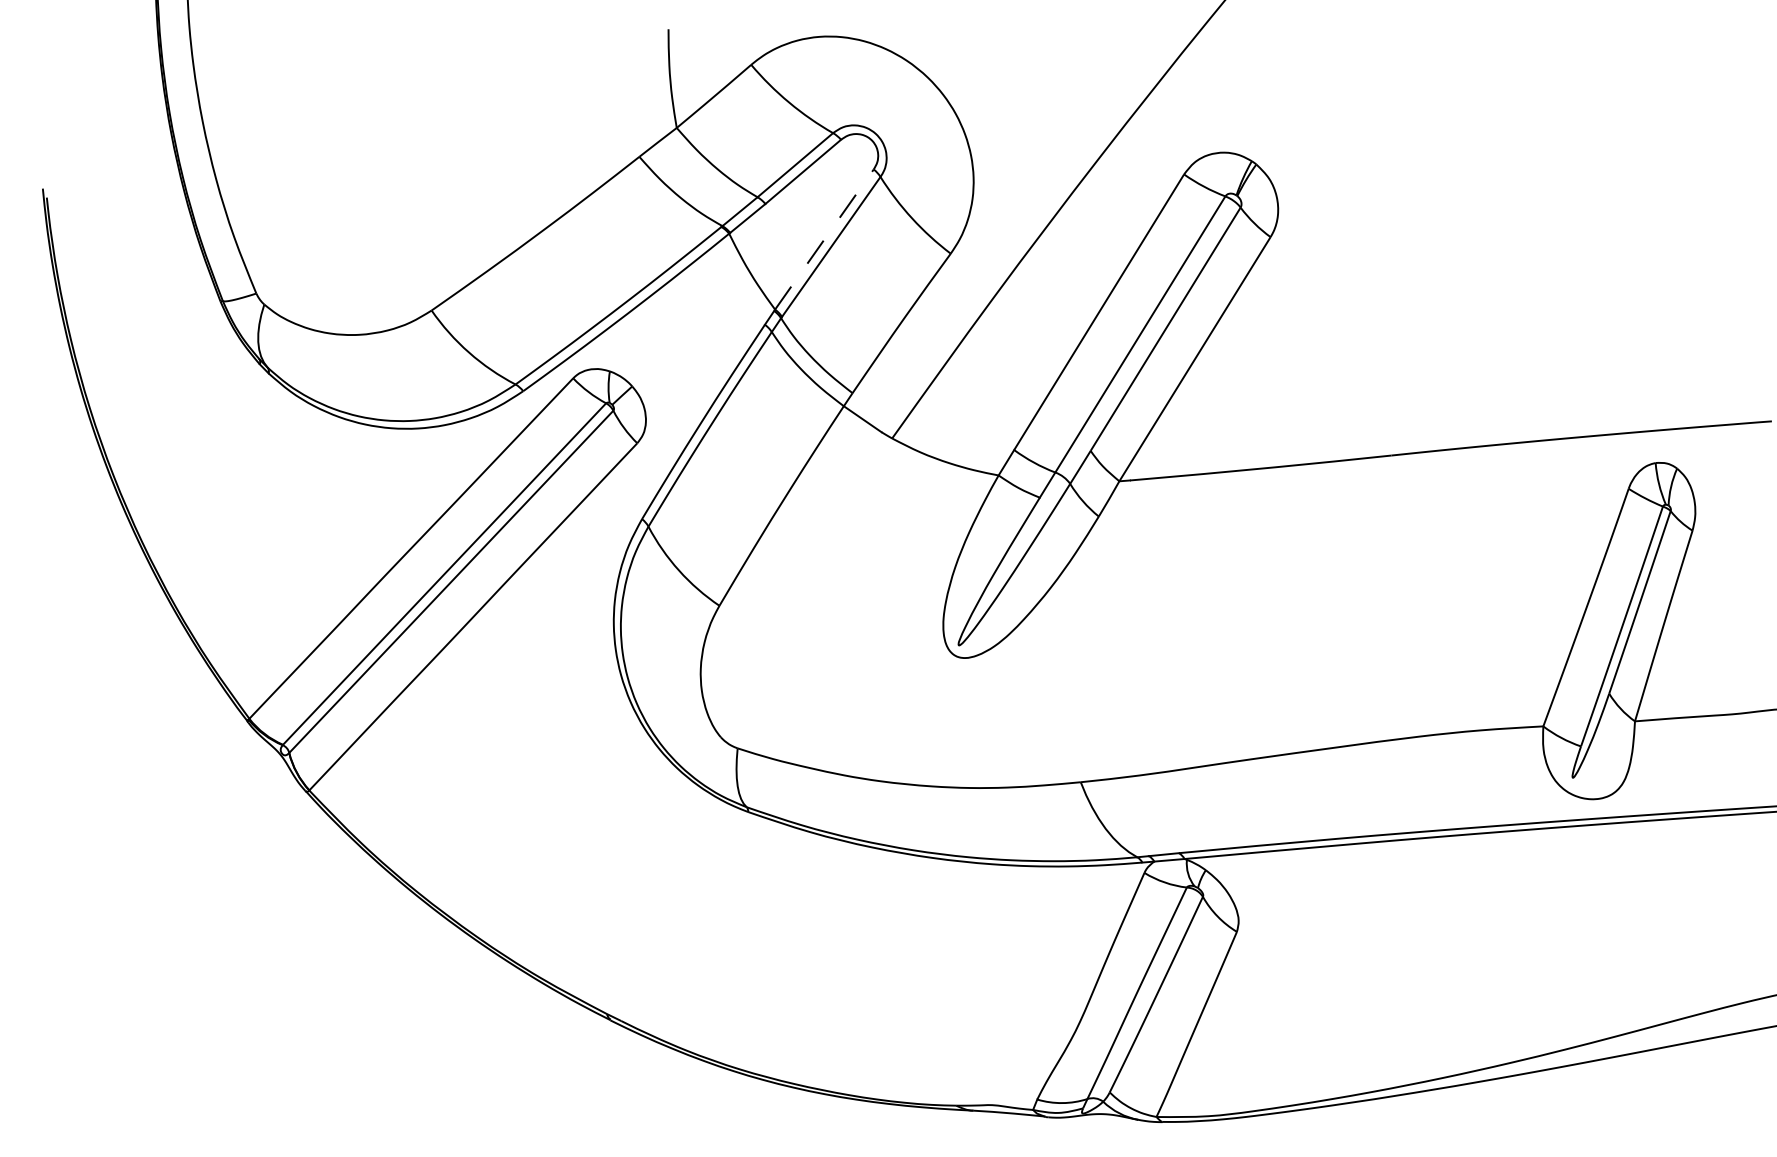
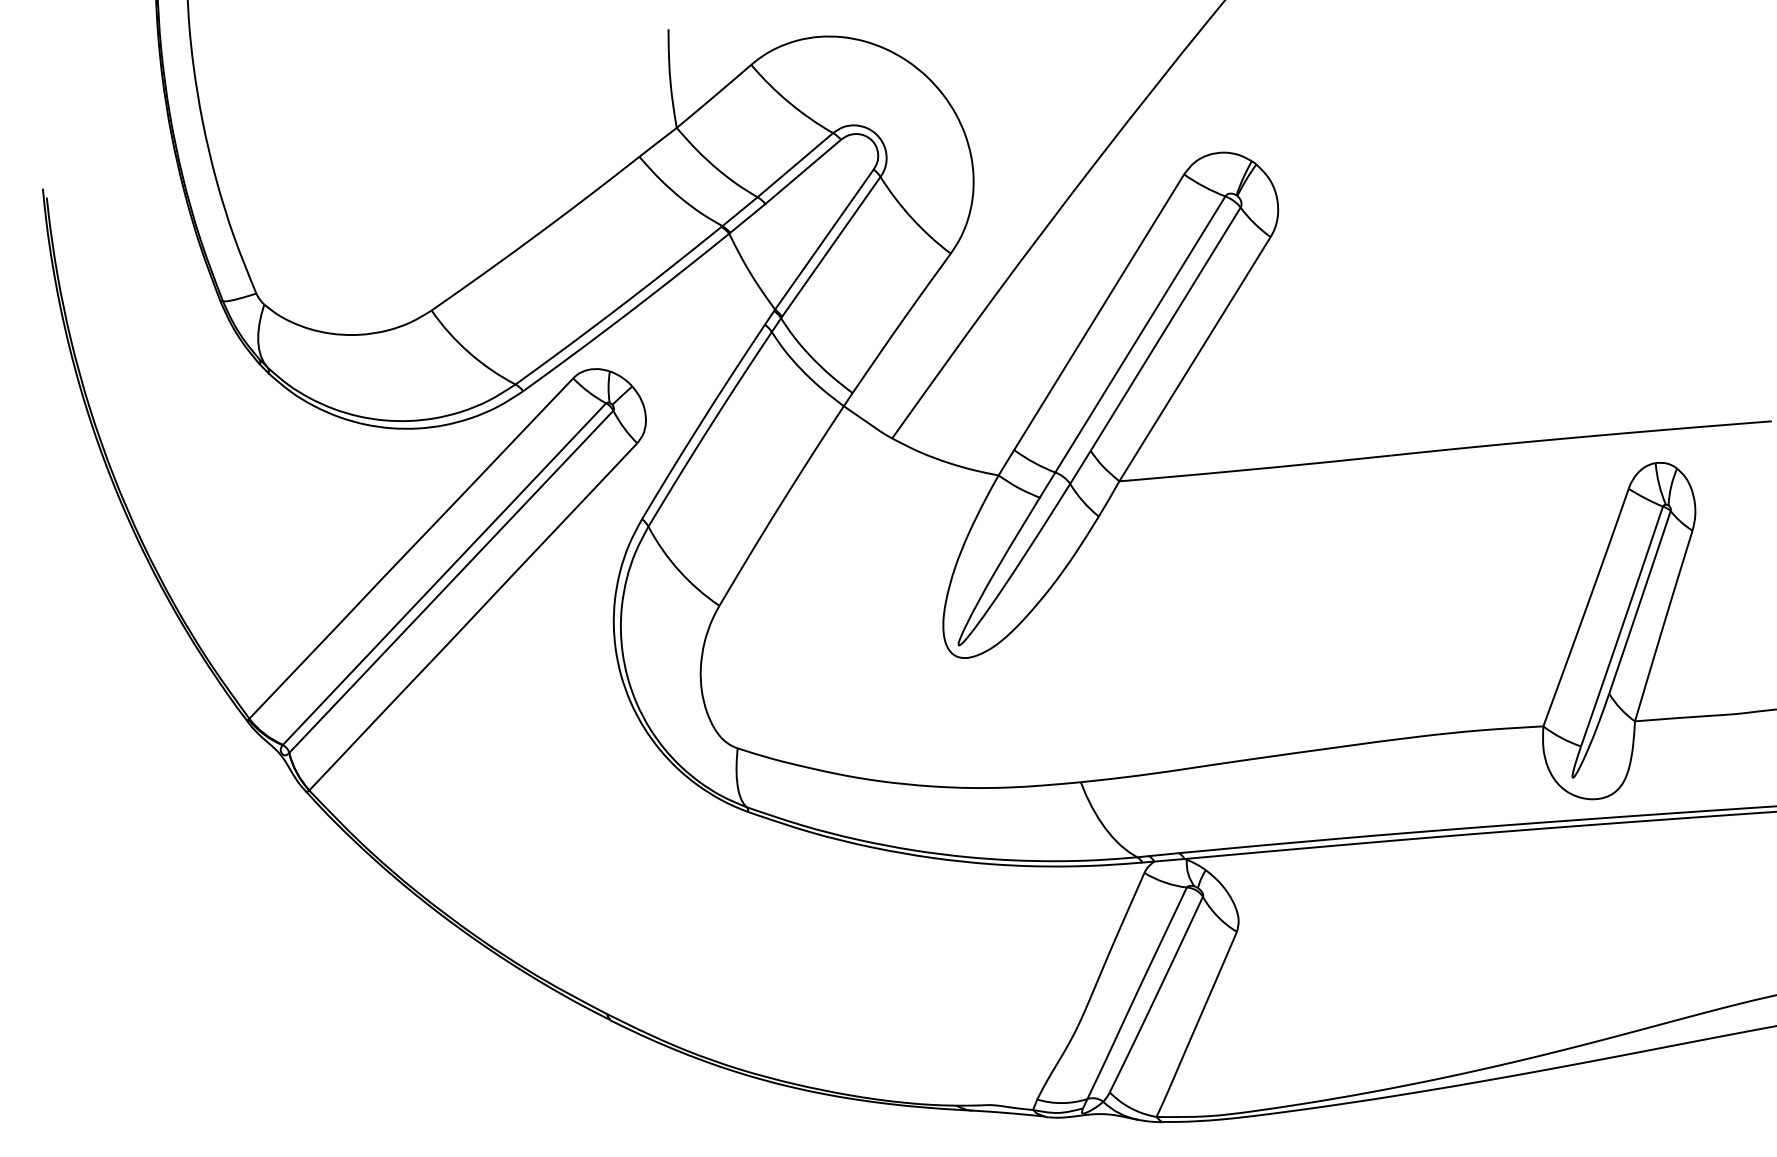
line at (824, 239): dashed -> solid
